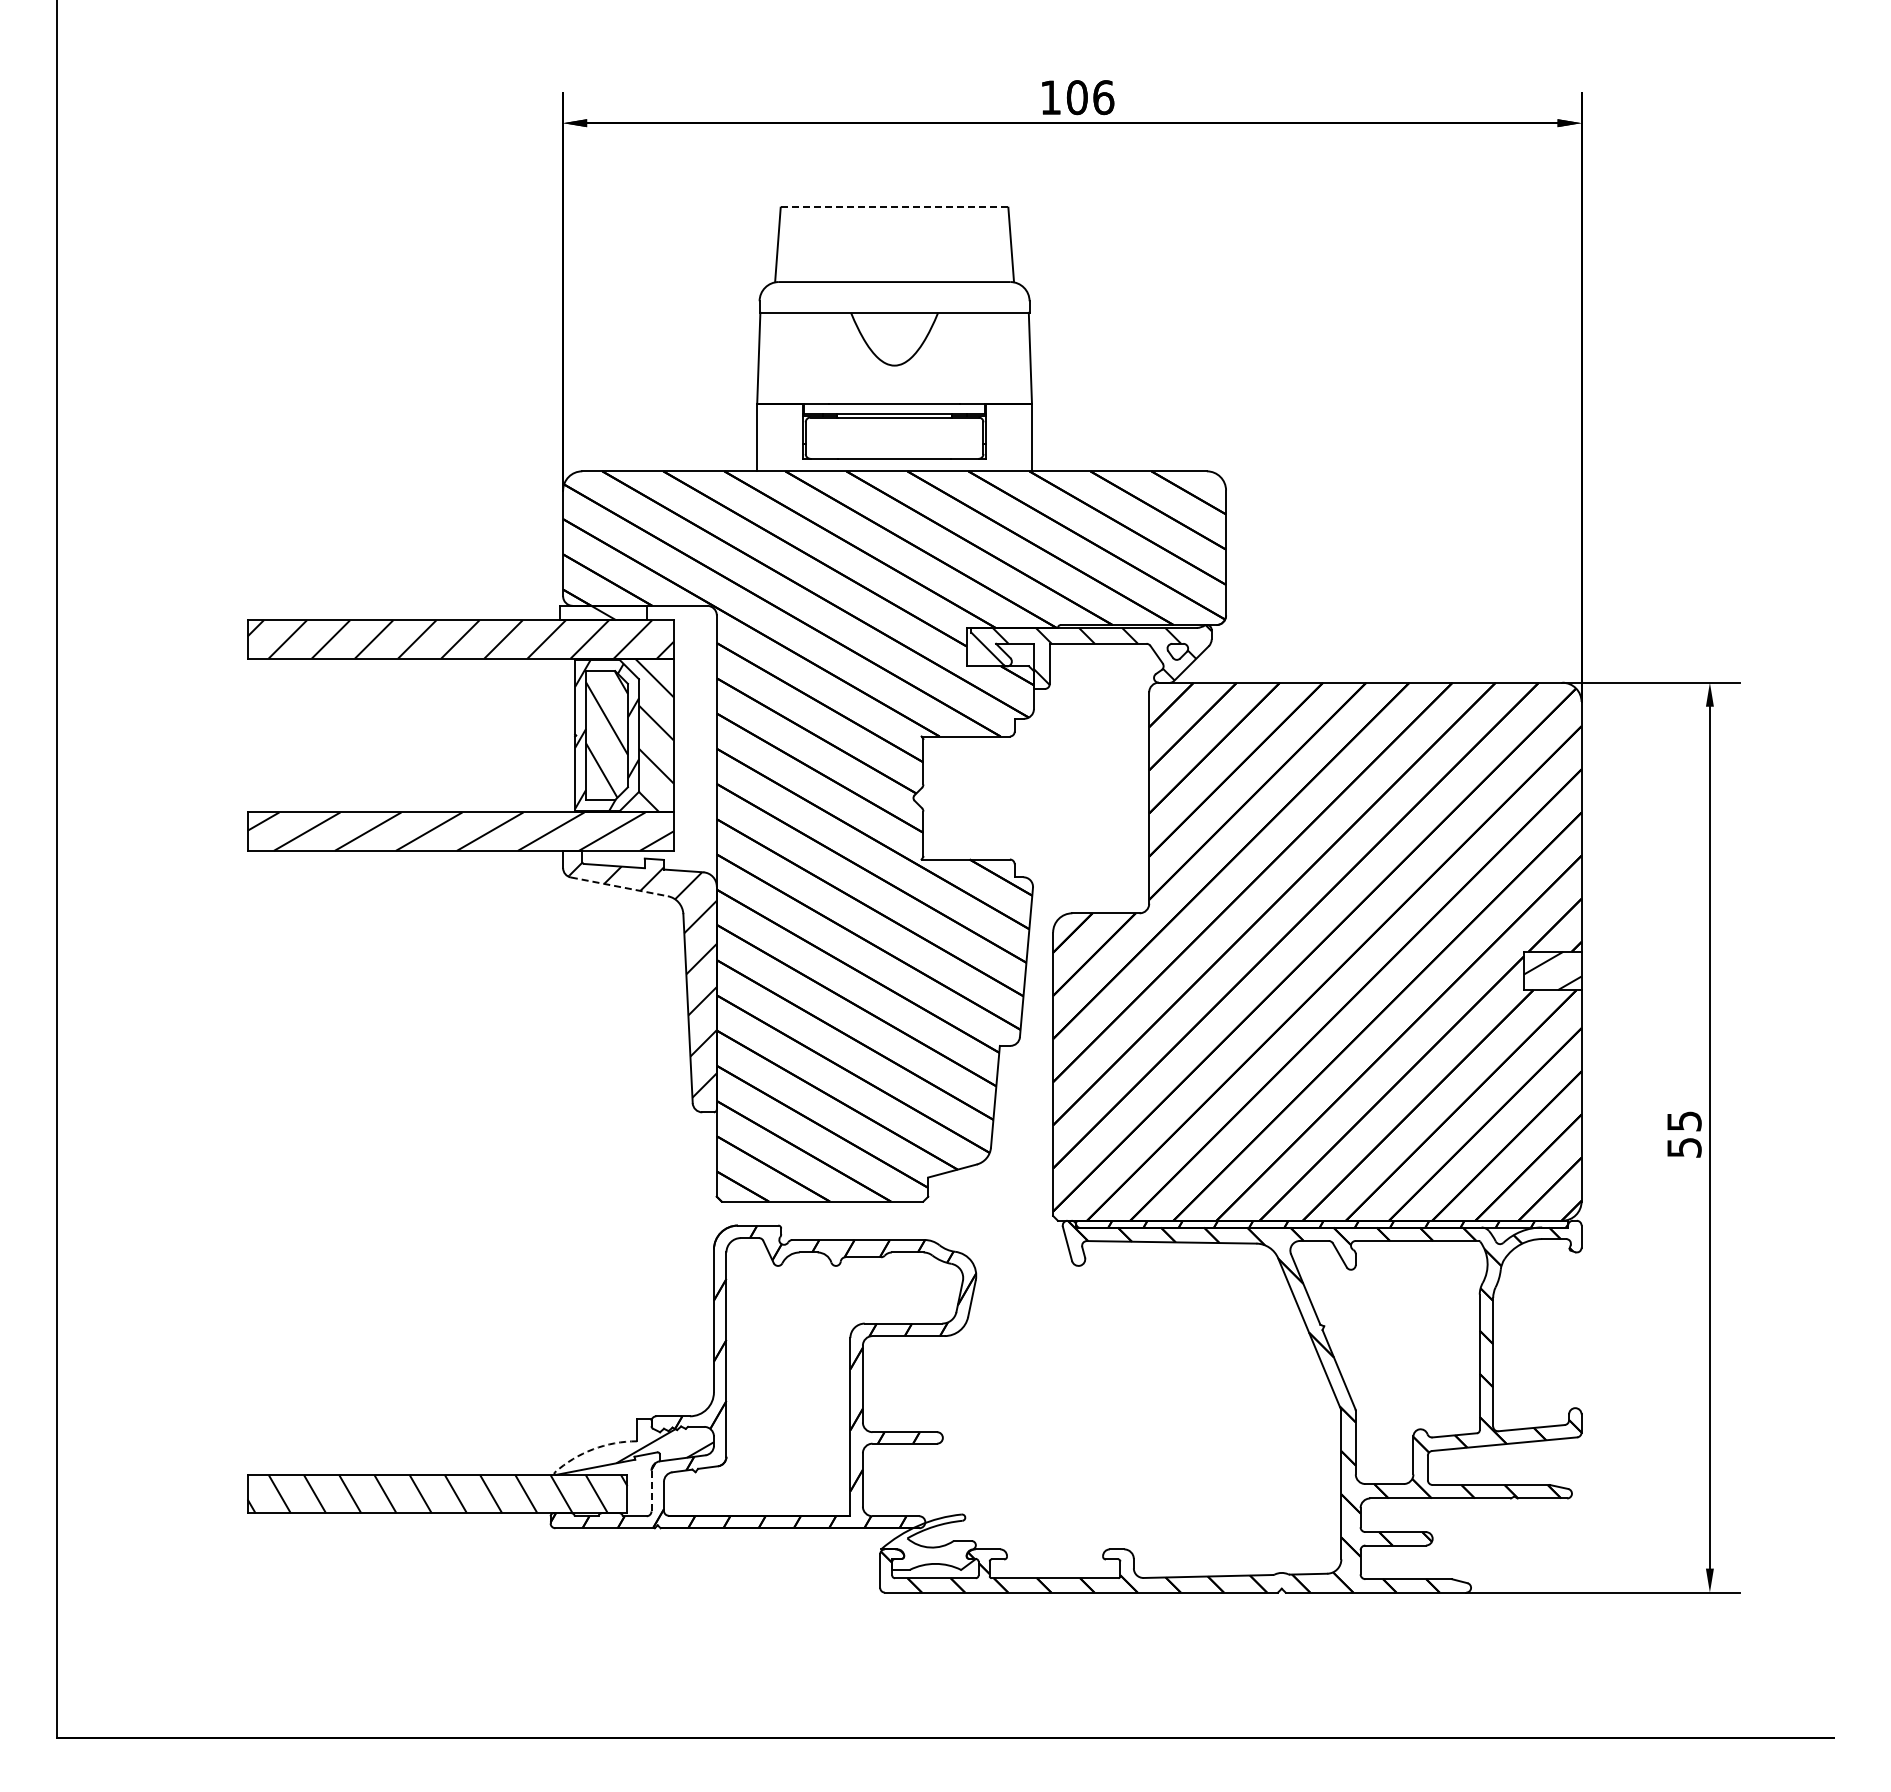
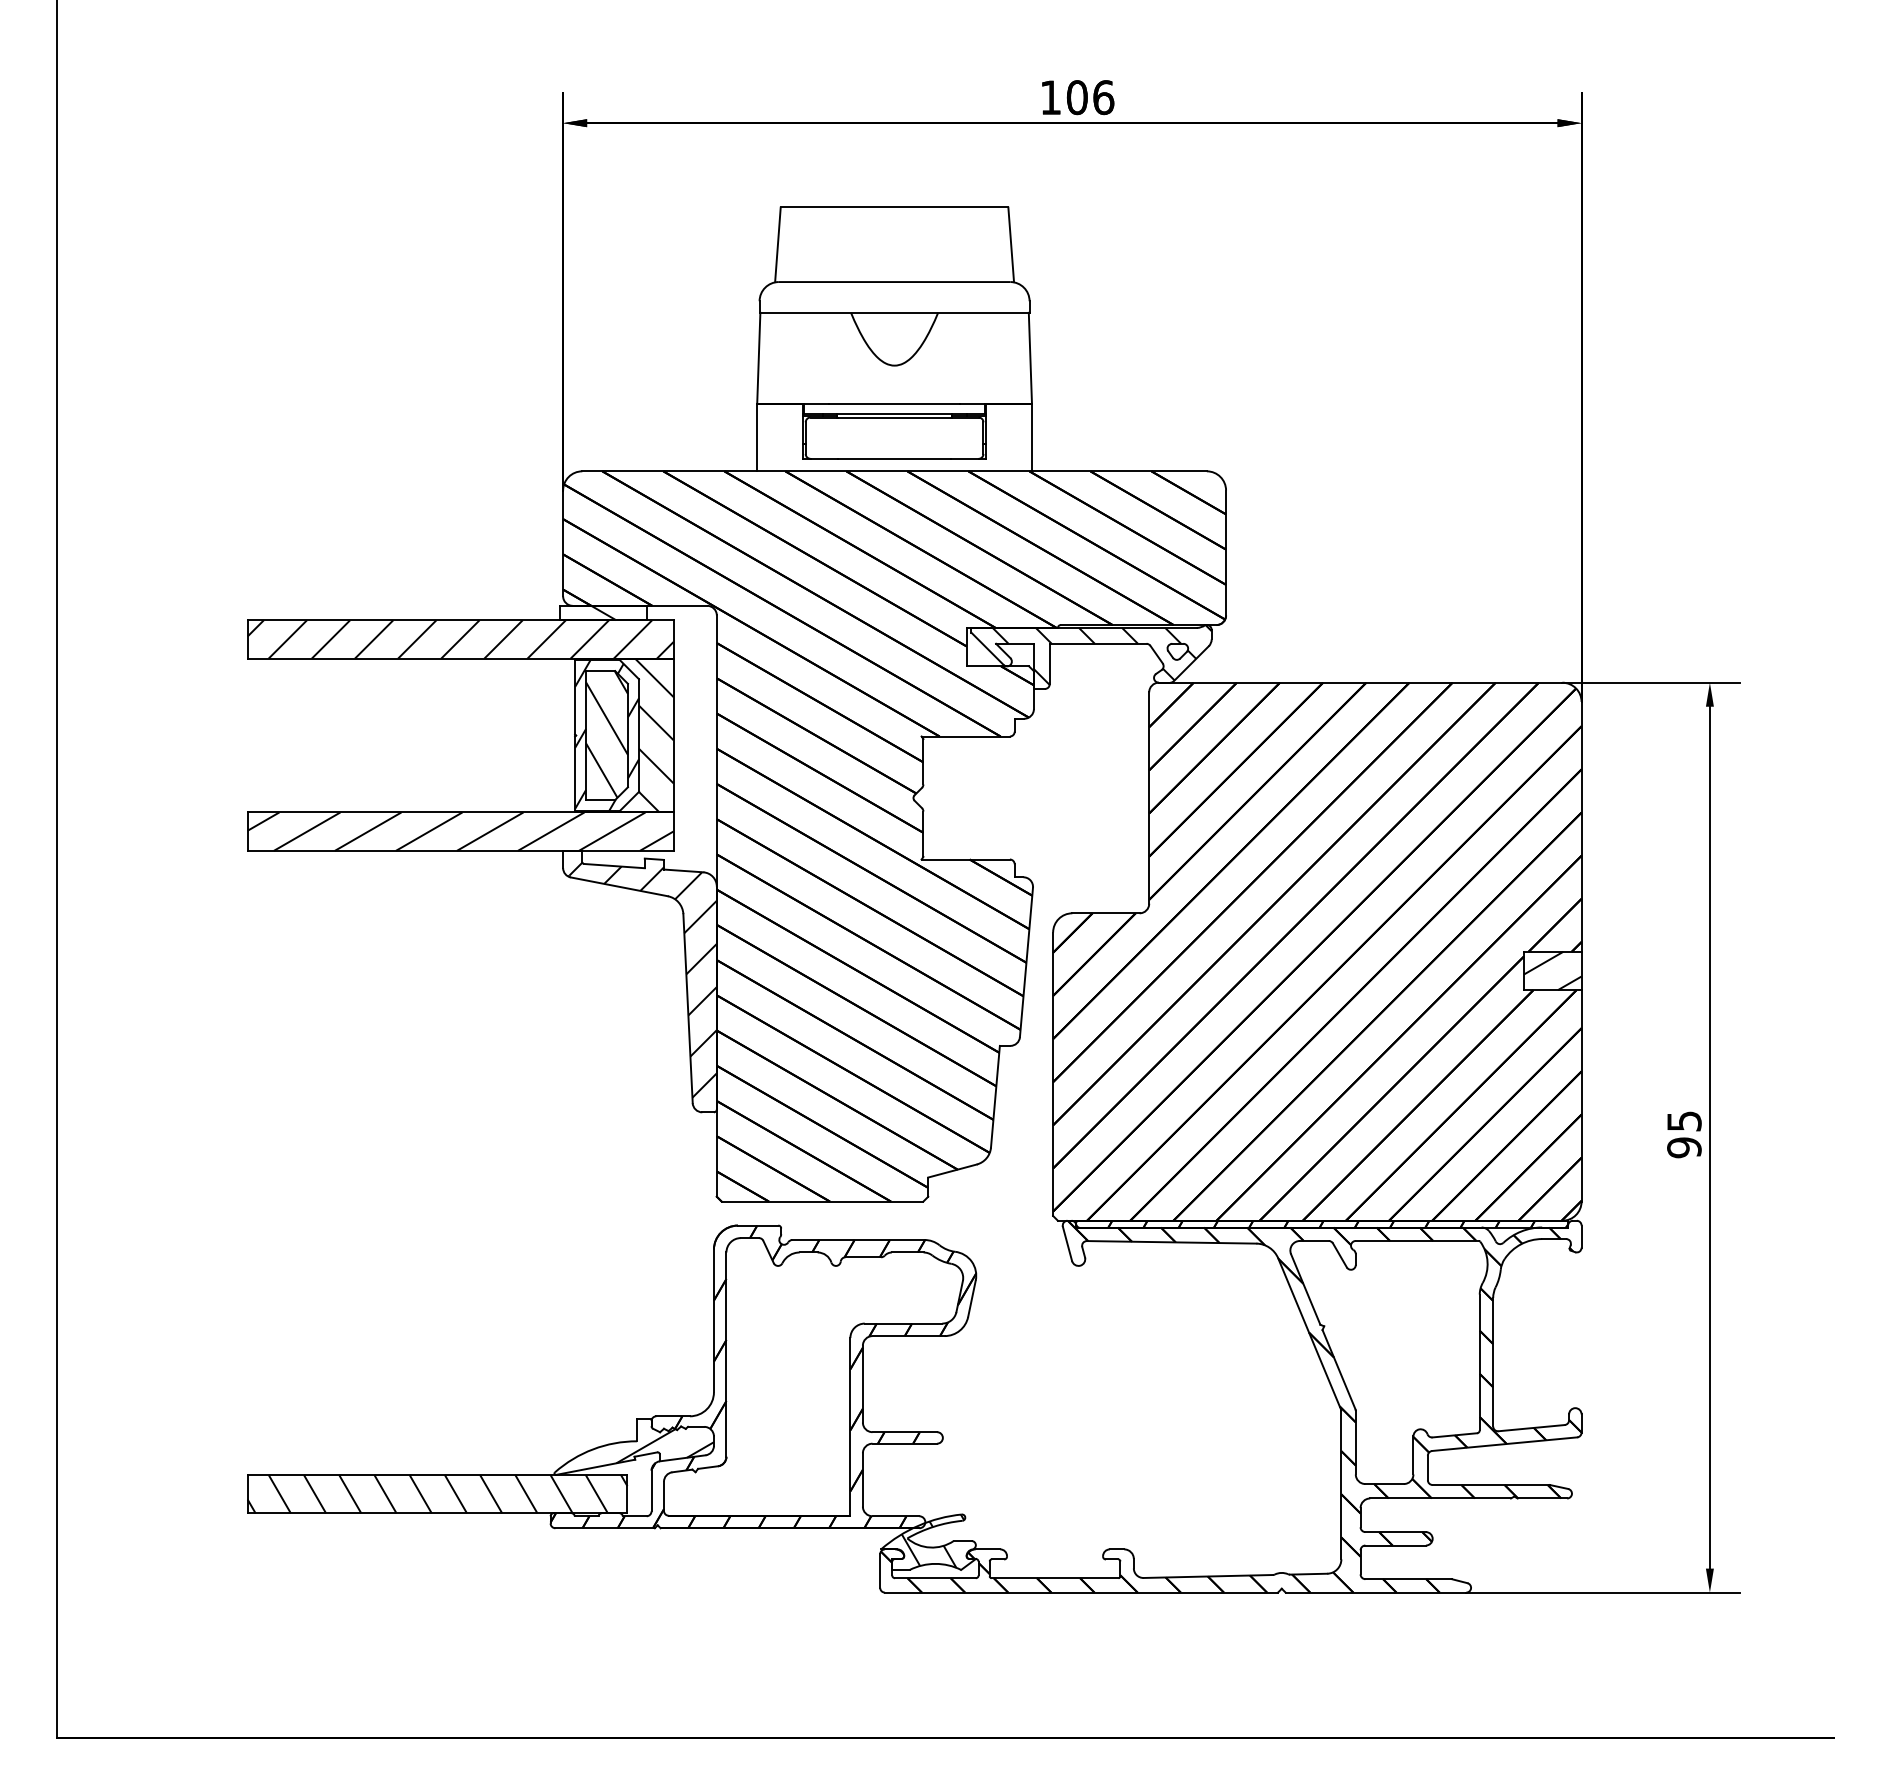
line at (894, 206): dashed -> solid
line at (619, 886): dashed -> solid
text at (1684, 1147): 55 -> 95
arc at (593, 1449): dashed -> solid
line at (651, 1491): dashed -> solid
hatch at (932, 1540): none -> present
